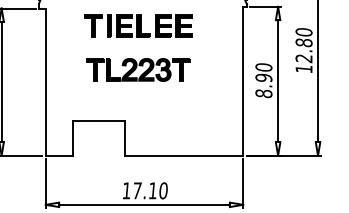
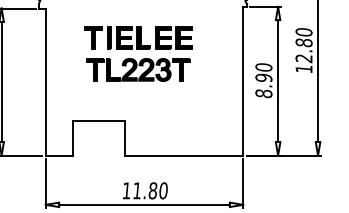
part at (138, 25) position: (138, 25) -> (138, 37)
text at (145, 190): 17.10 -> 11.80
